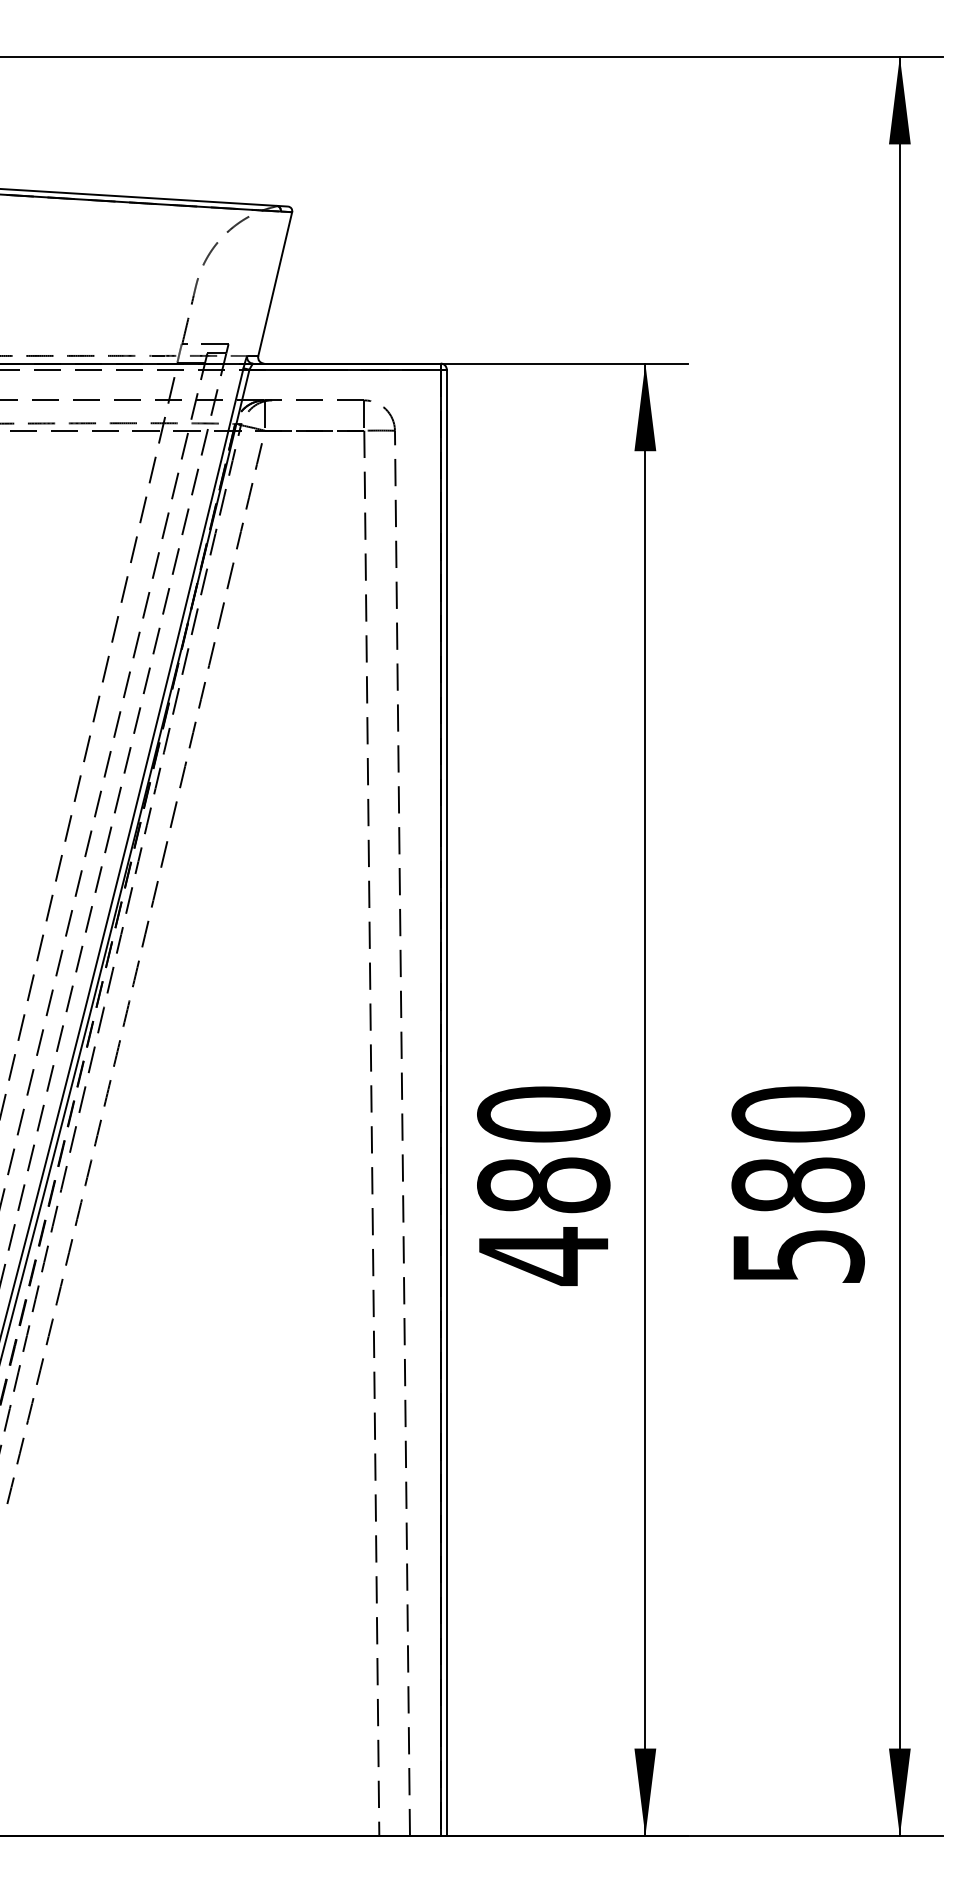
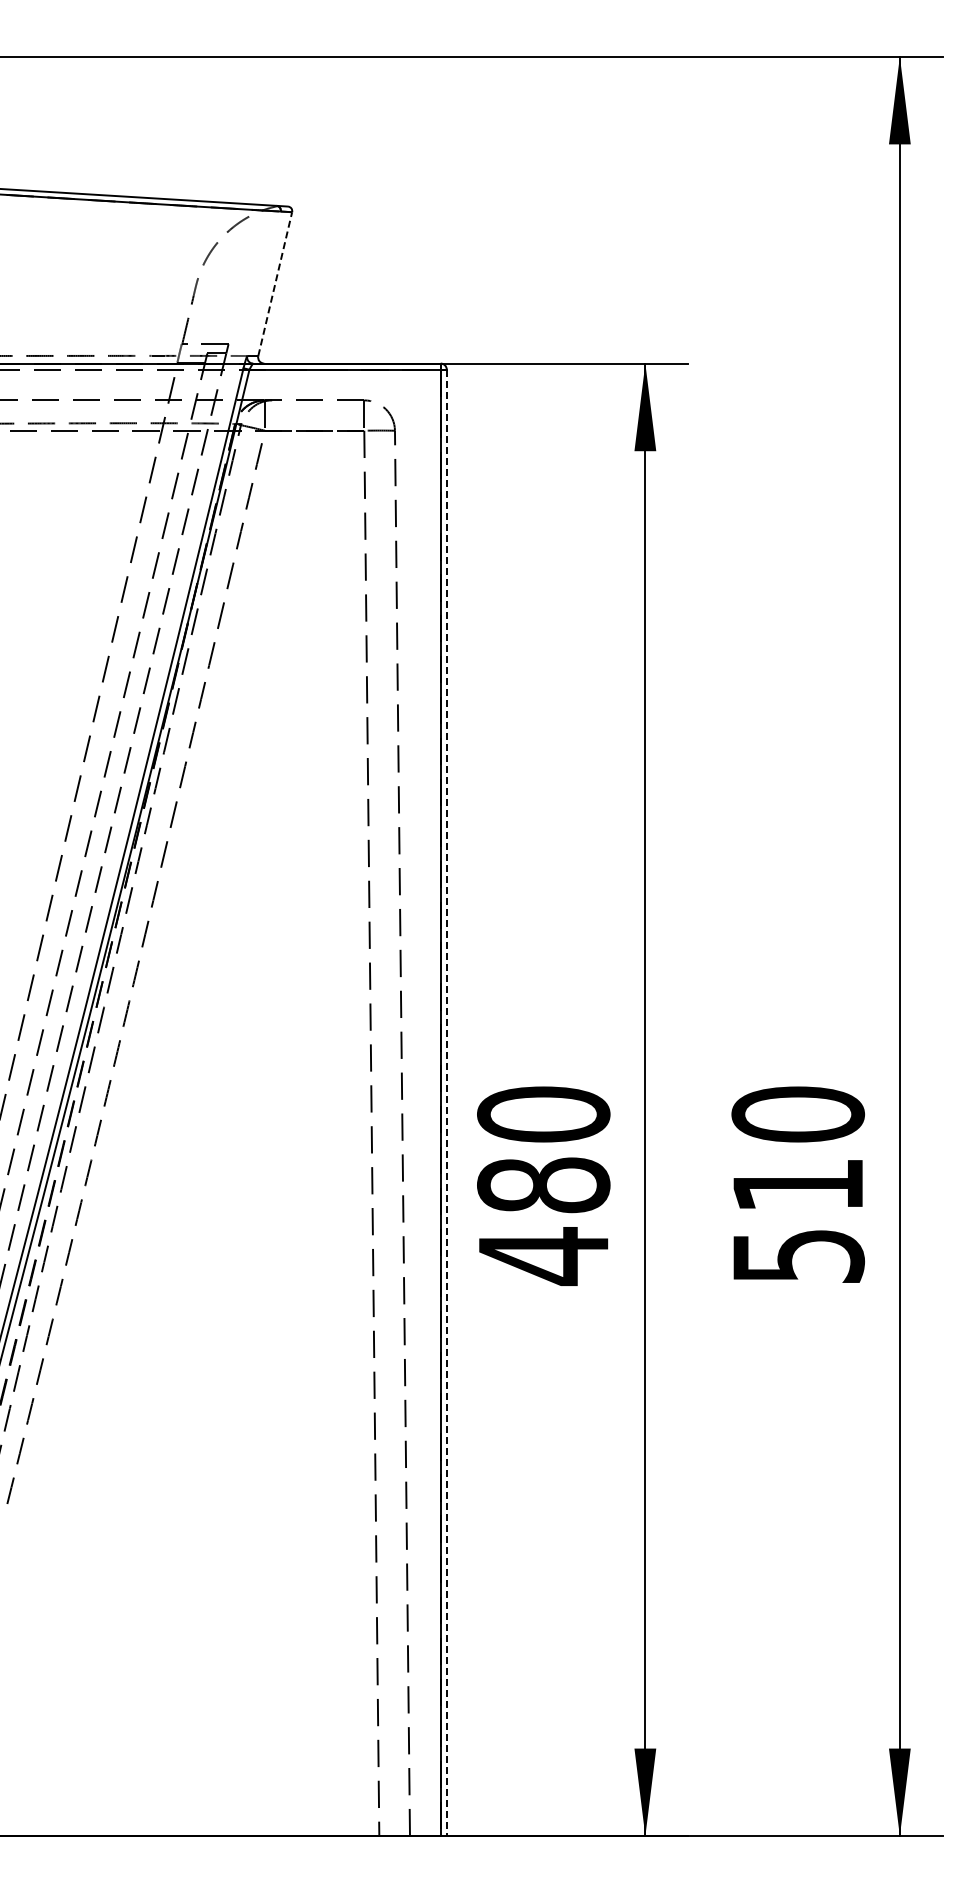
line at (275, 284): solid -> dashed
line at (446, 1103): solid -> dashed
text at (798, 1185): 580 -> 510
